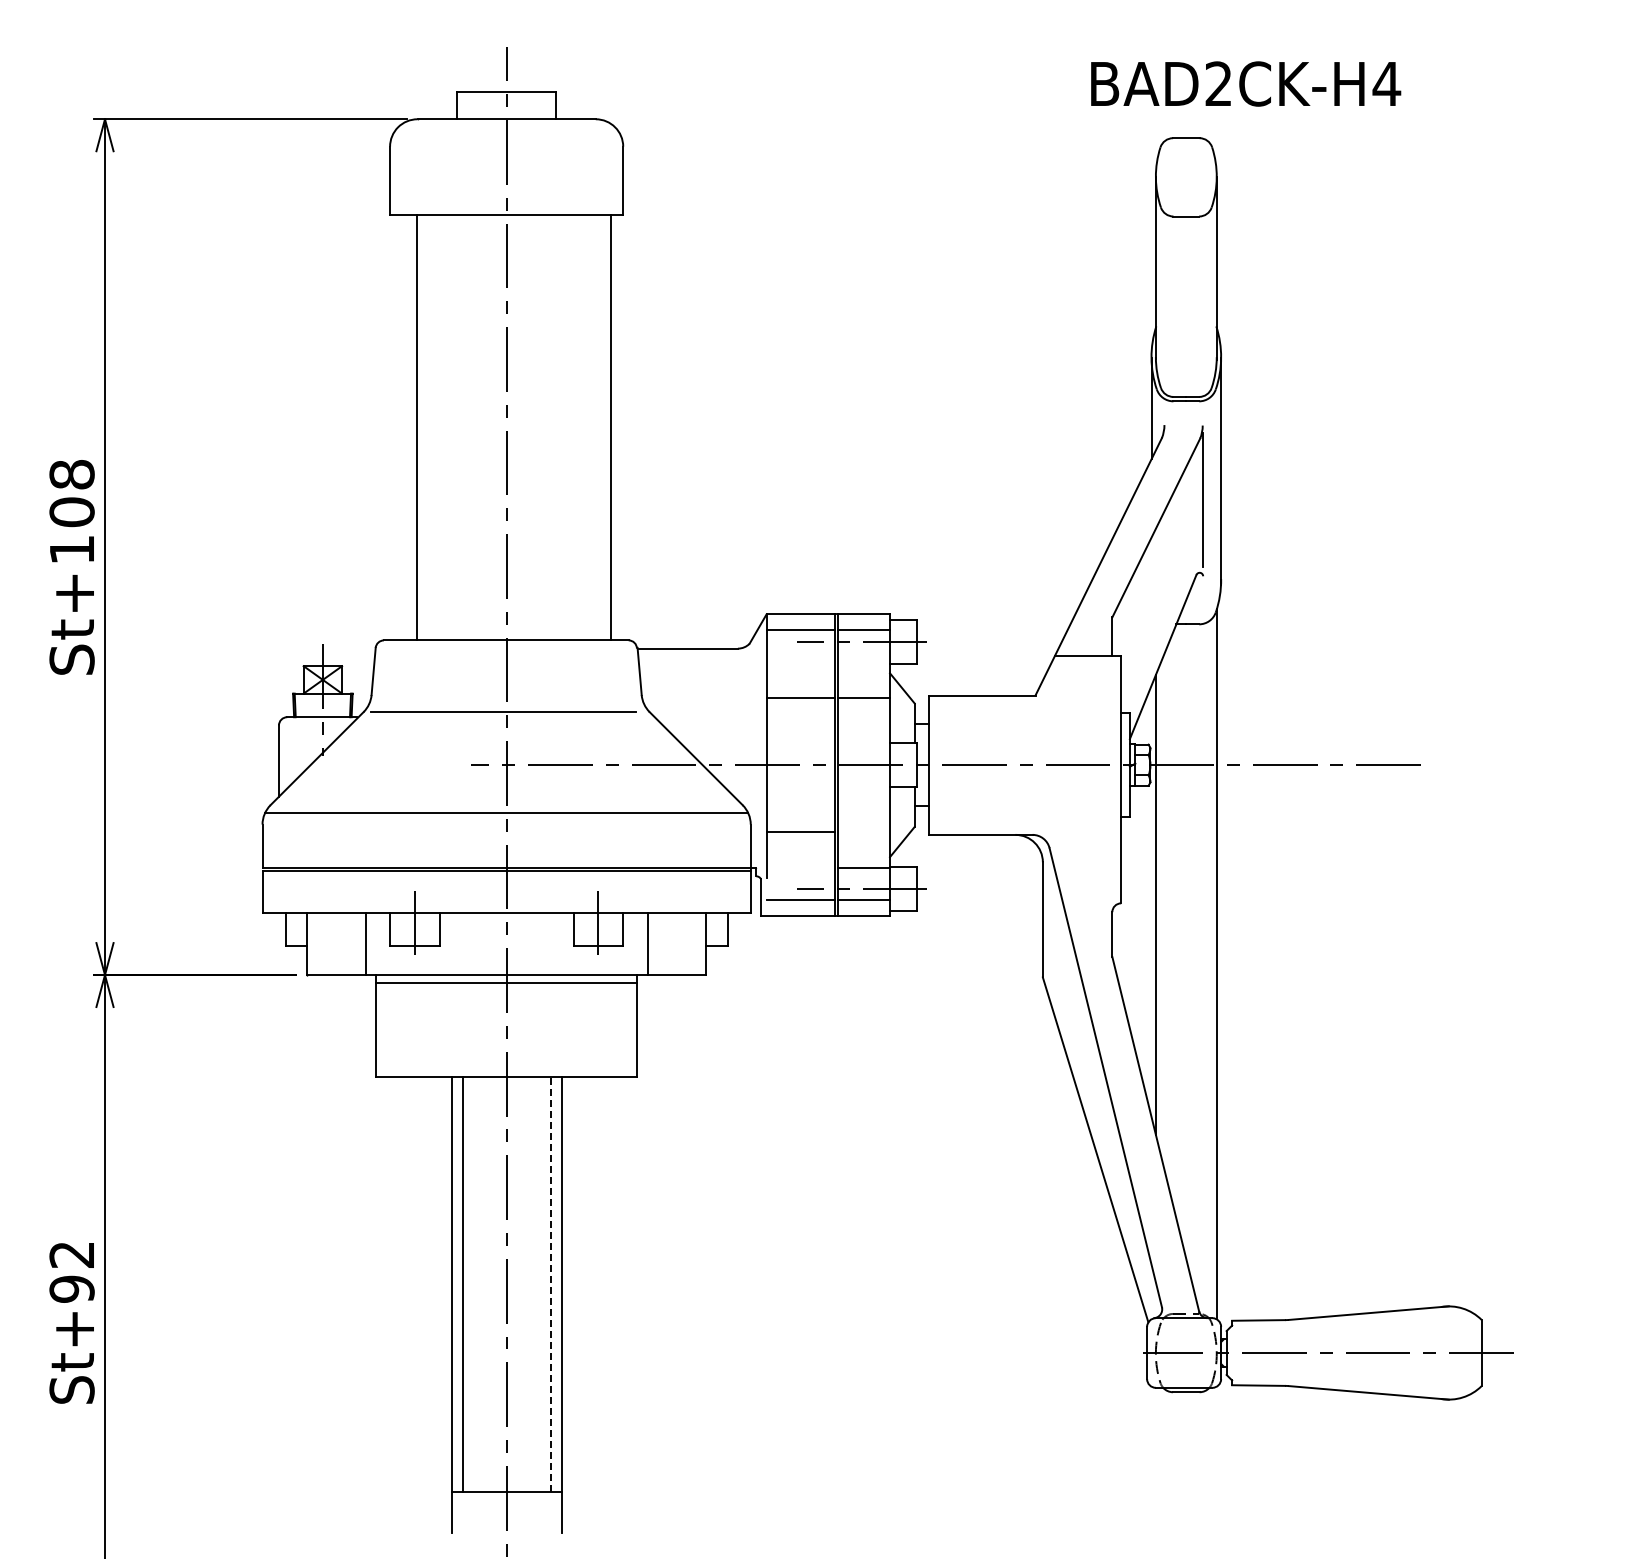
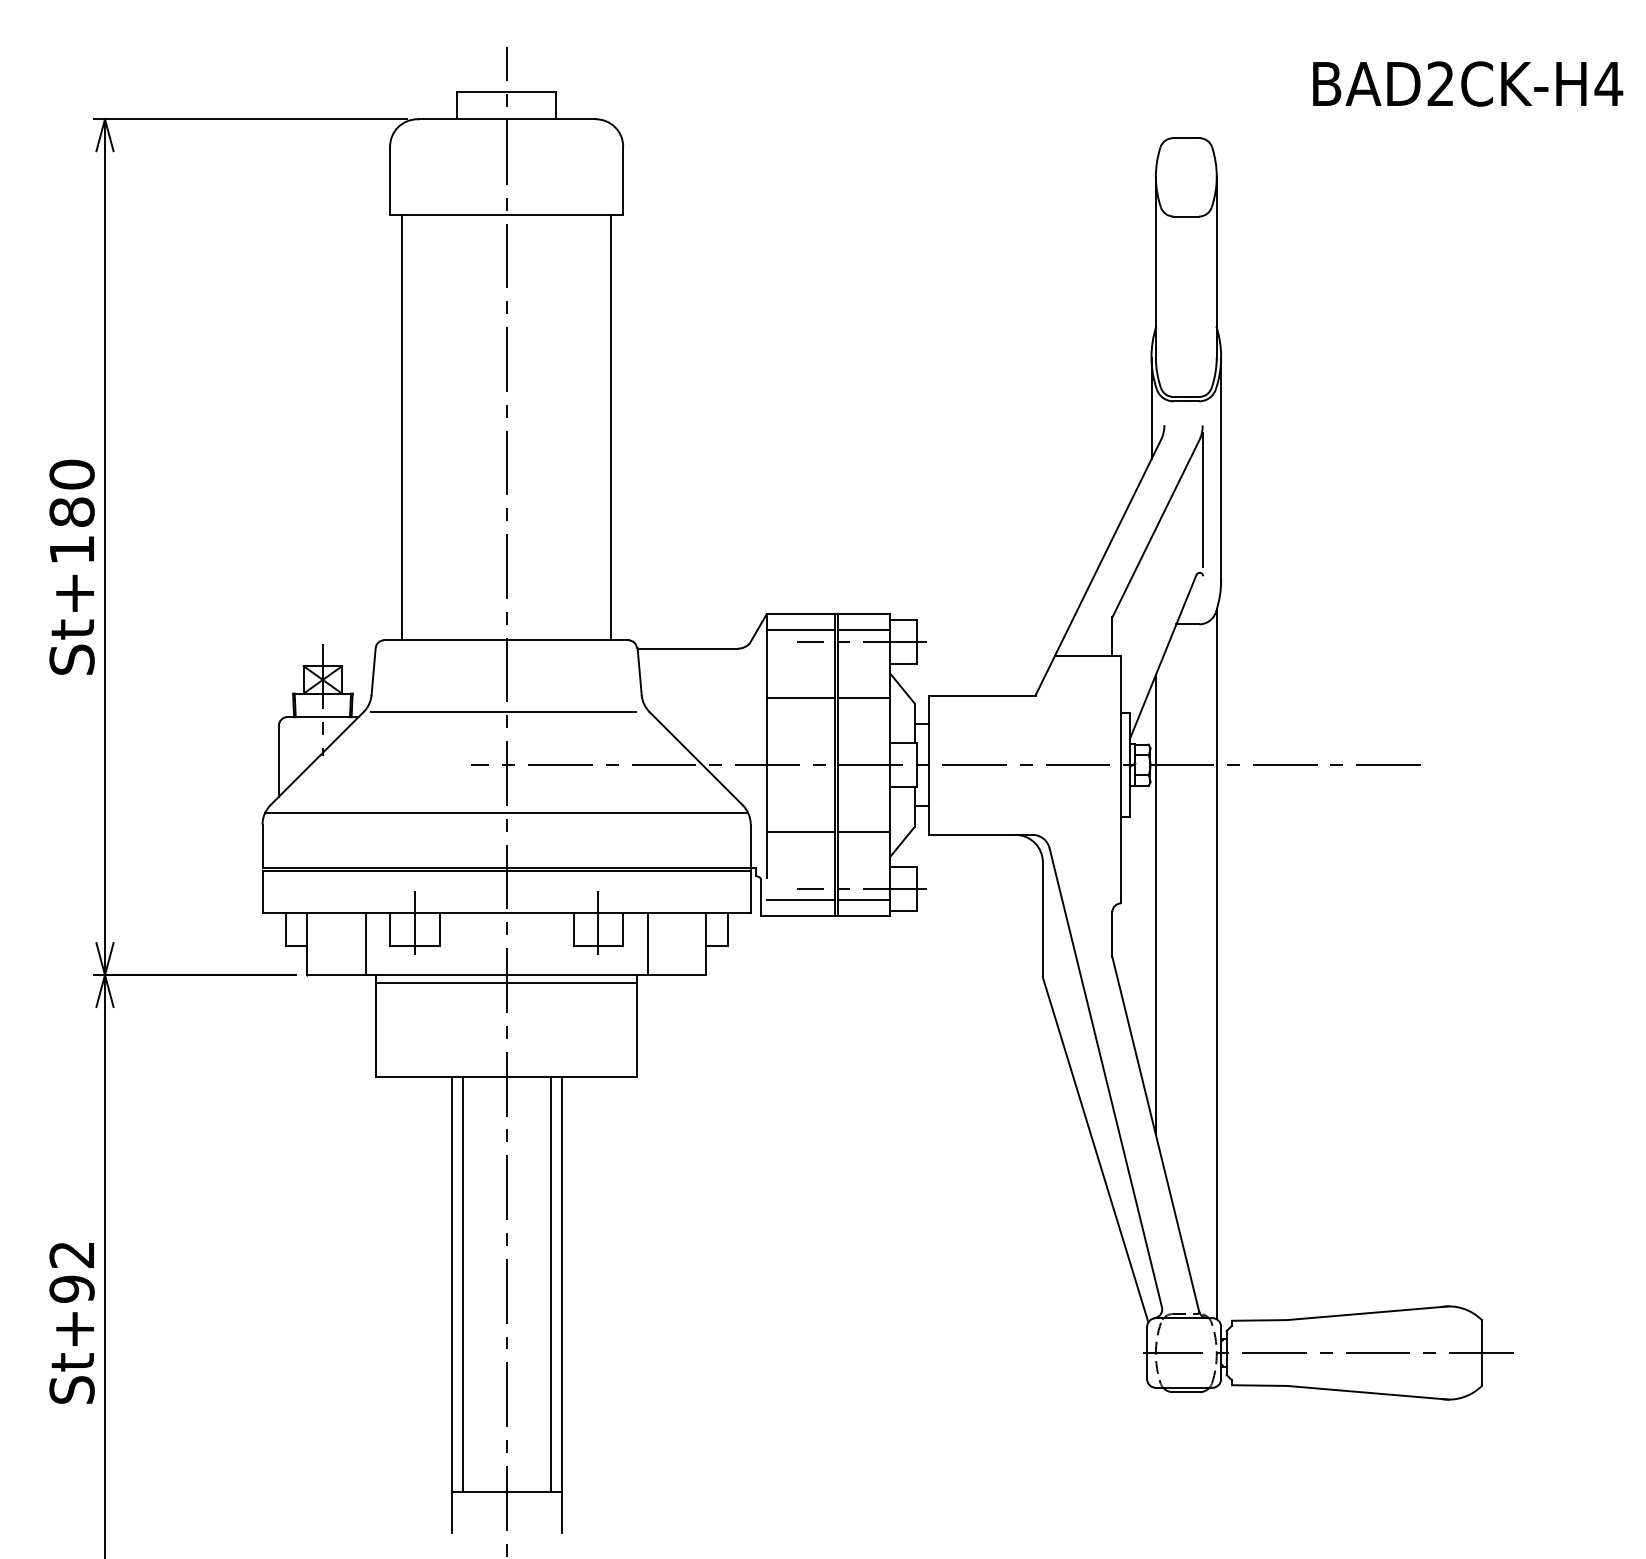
text at (1246, 83) position: (1246, 83) -> (1468, 83)
line at (417, 427) position: (417, 427) -> (402, 427)
text at (71, 493): St+108 -> St+180
line at (863, 868) position: (863, 868) -> (863, 832)
line at (550, 1284): dashed -> solid
